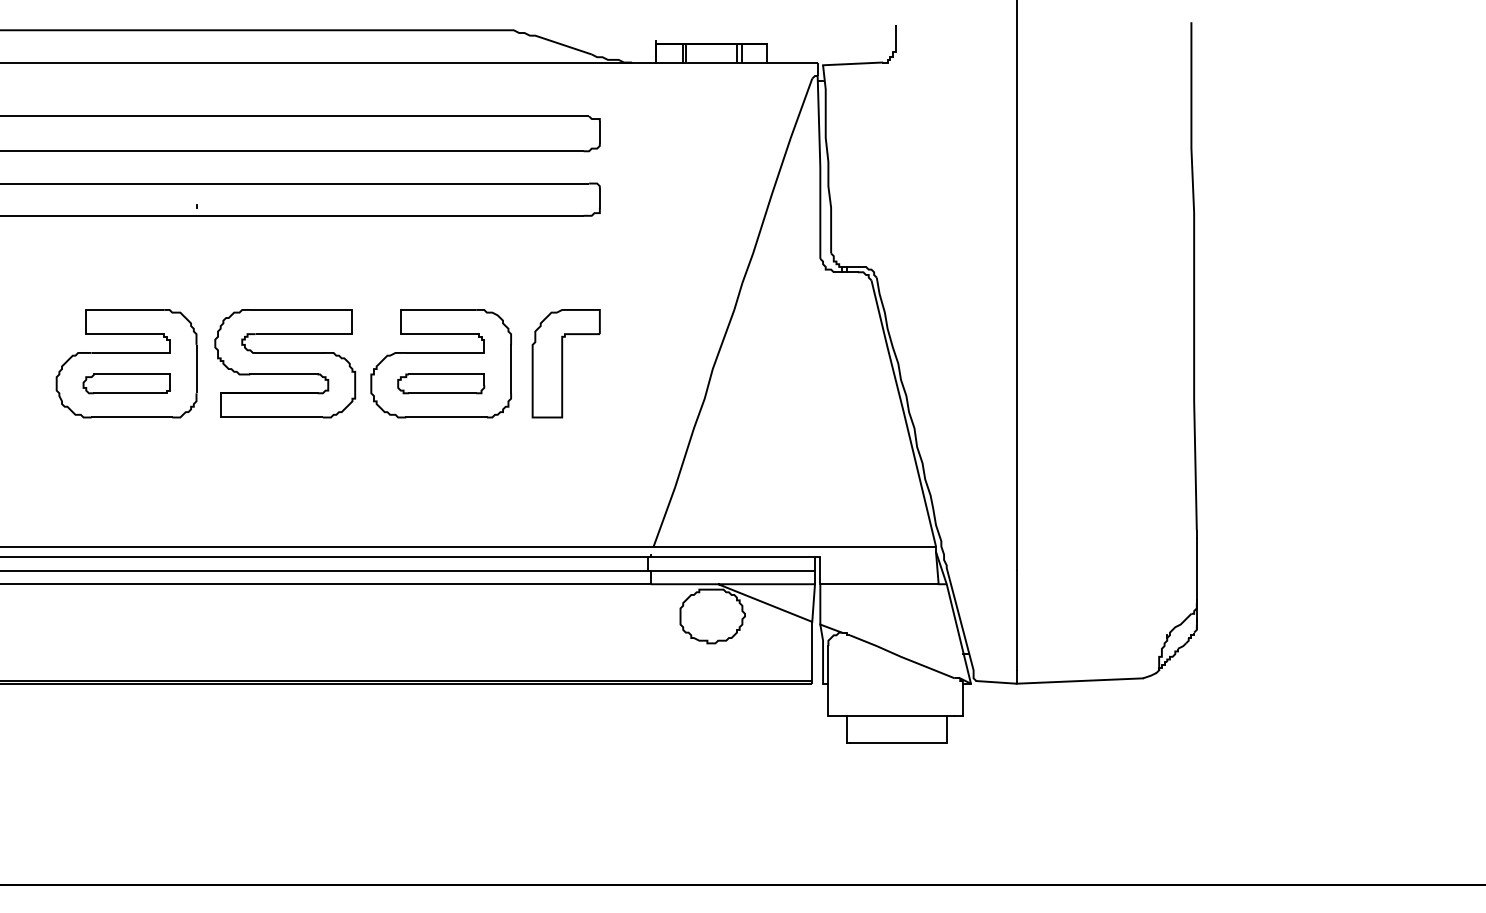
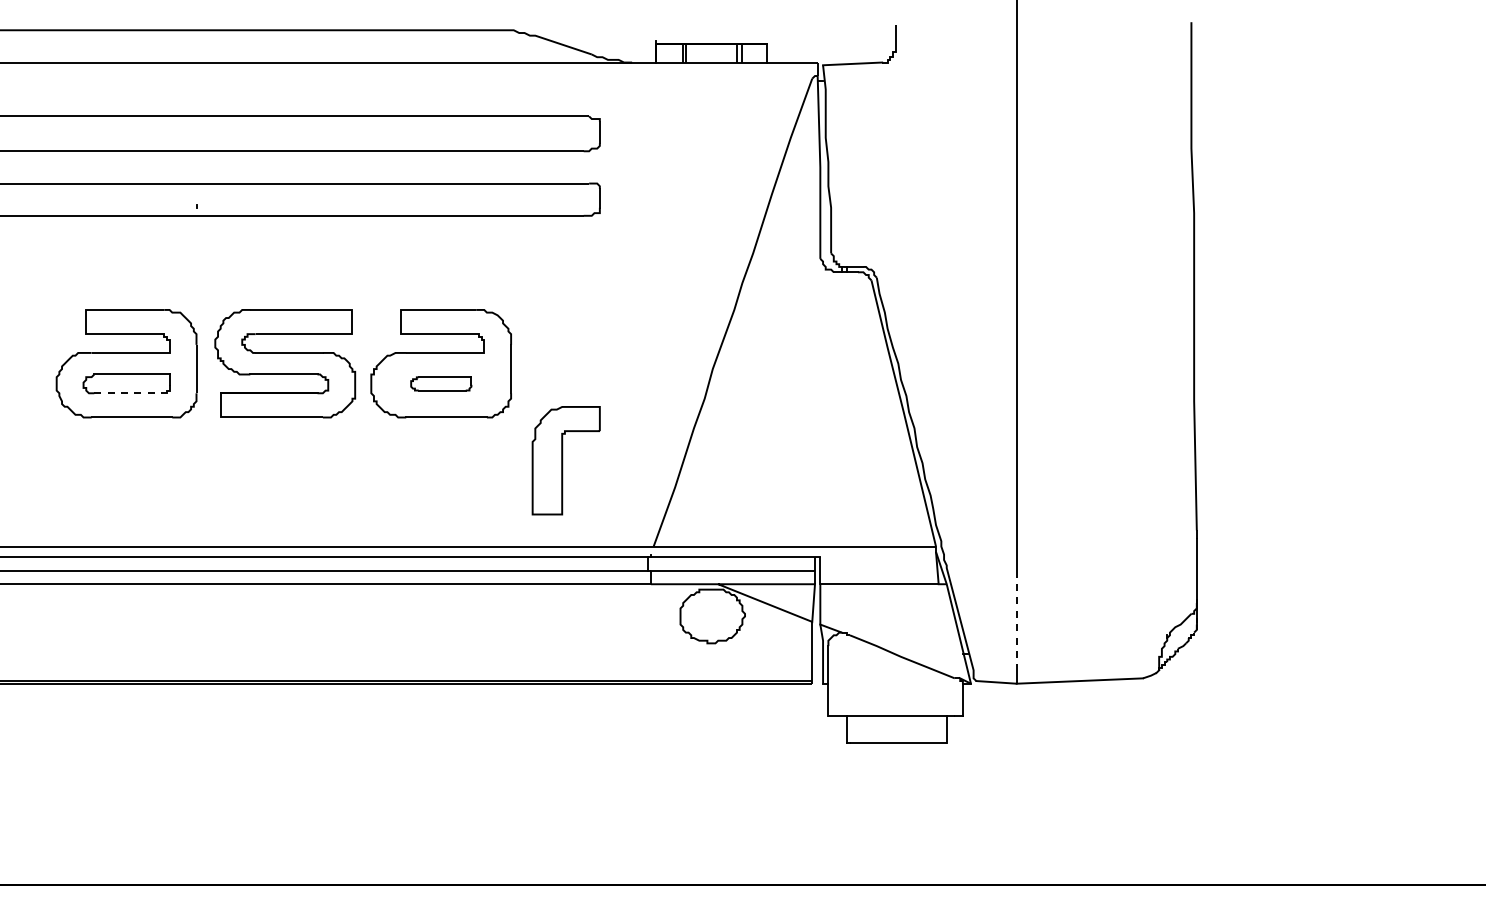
part at (565, 363) position: (565, 363) -> (565, 460)
part at (441, 383) size: 89x22 px -> 63x16 px
line at (127, 393): solid -> dashed
line at (1016, 620): solid -> dashed
